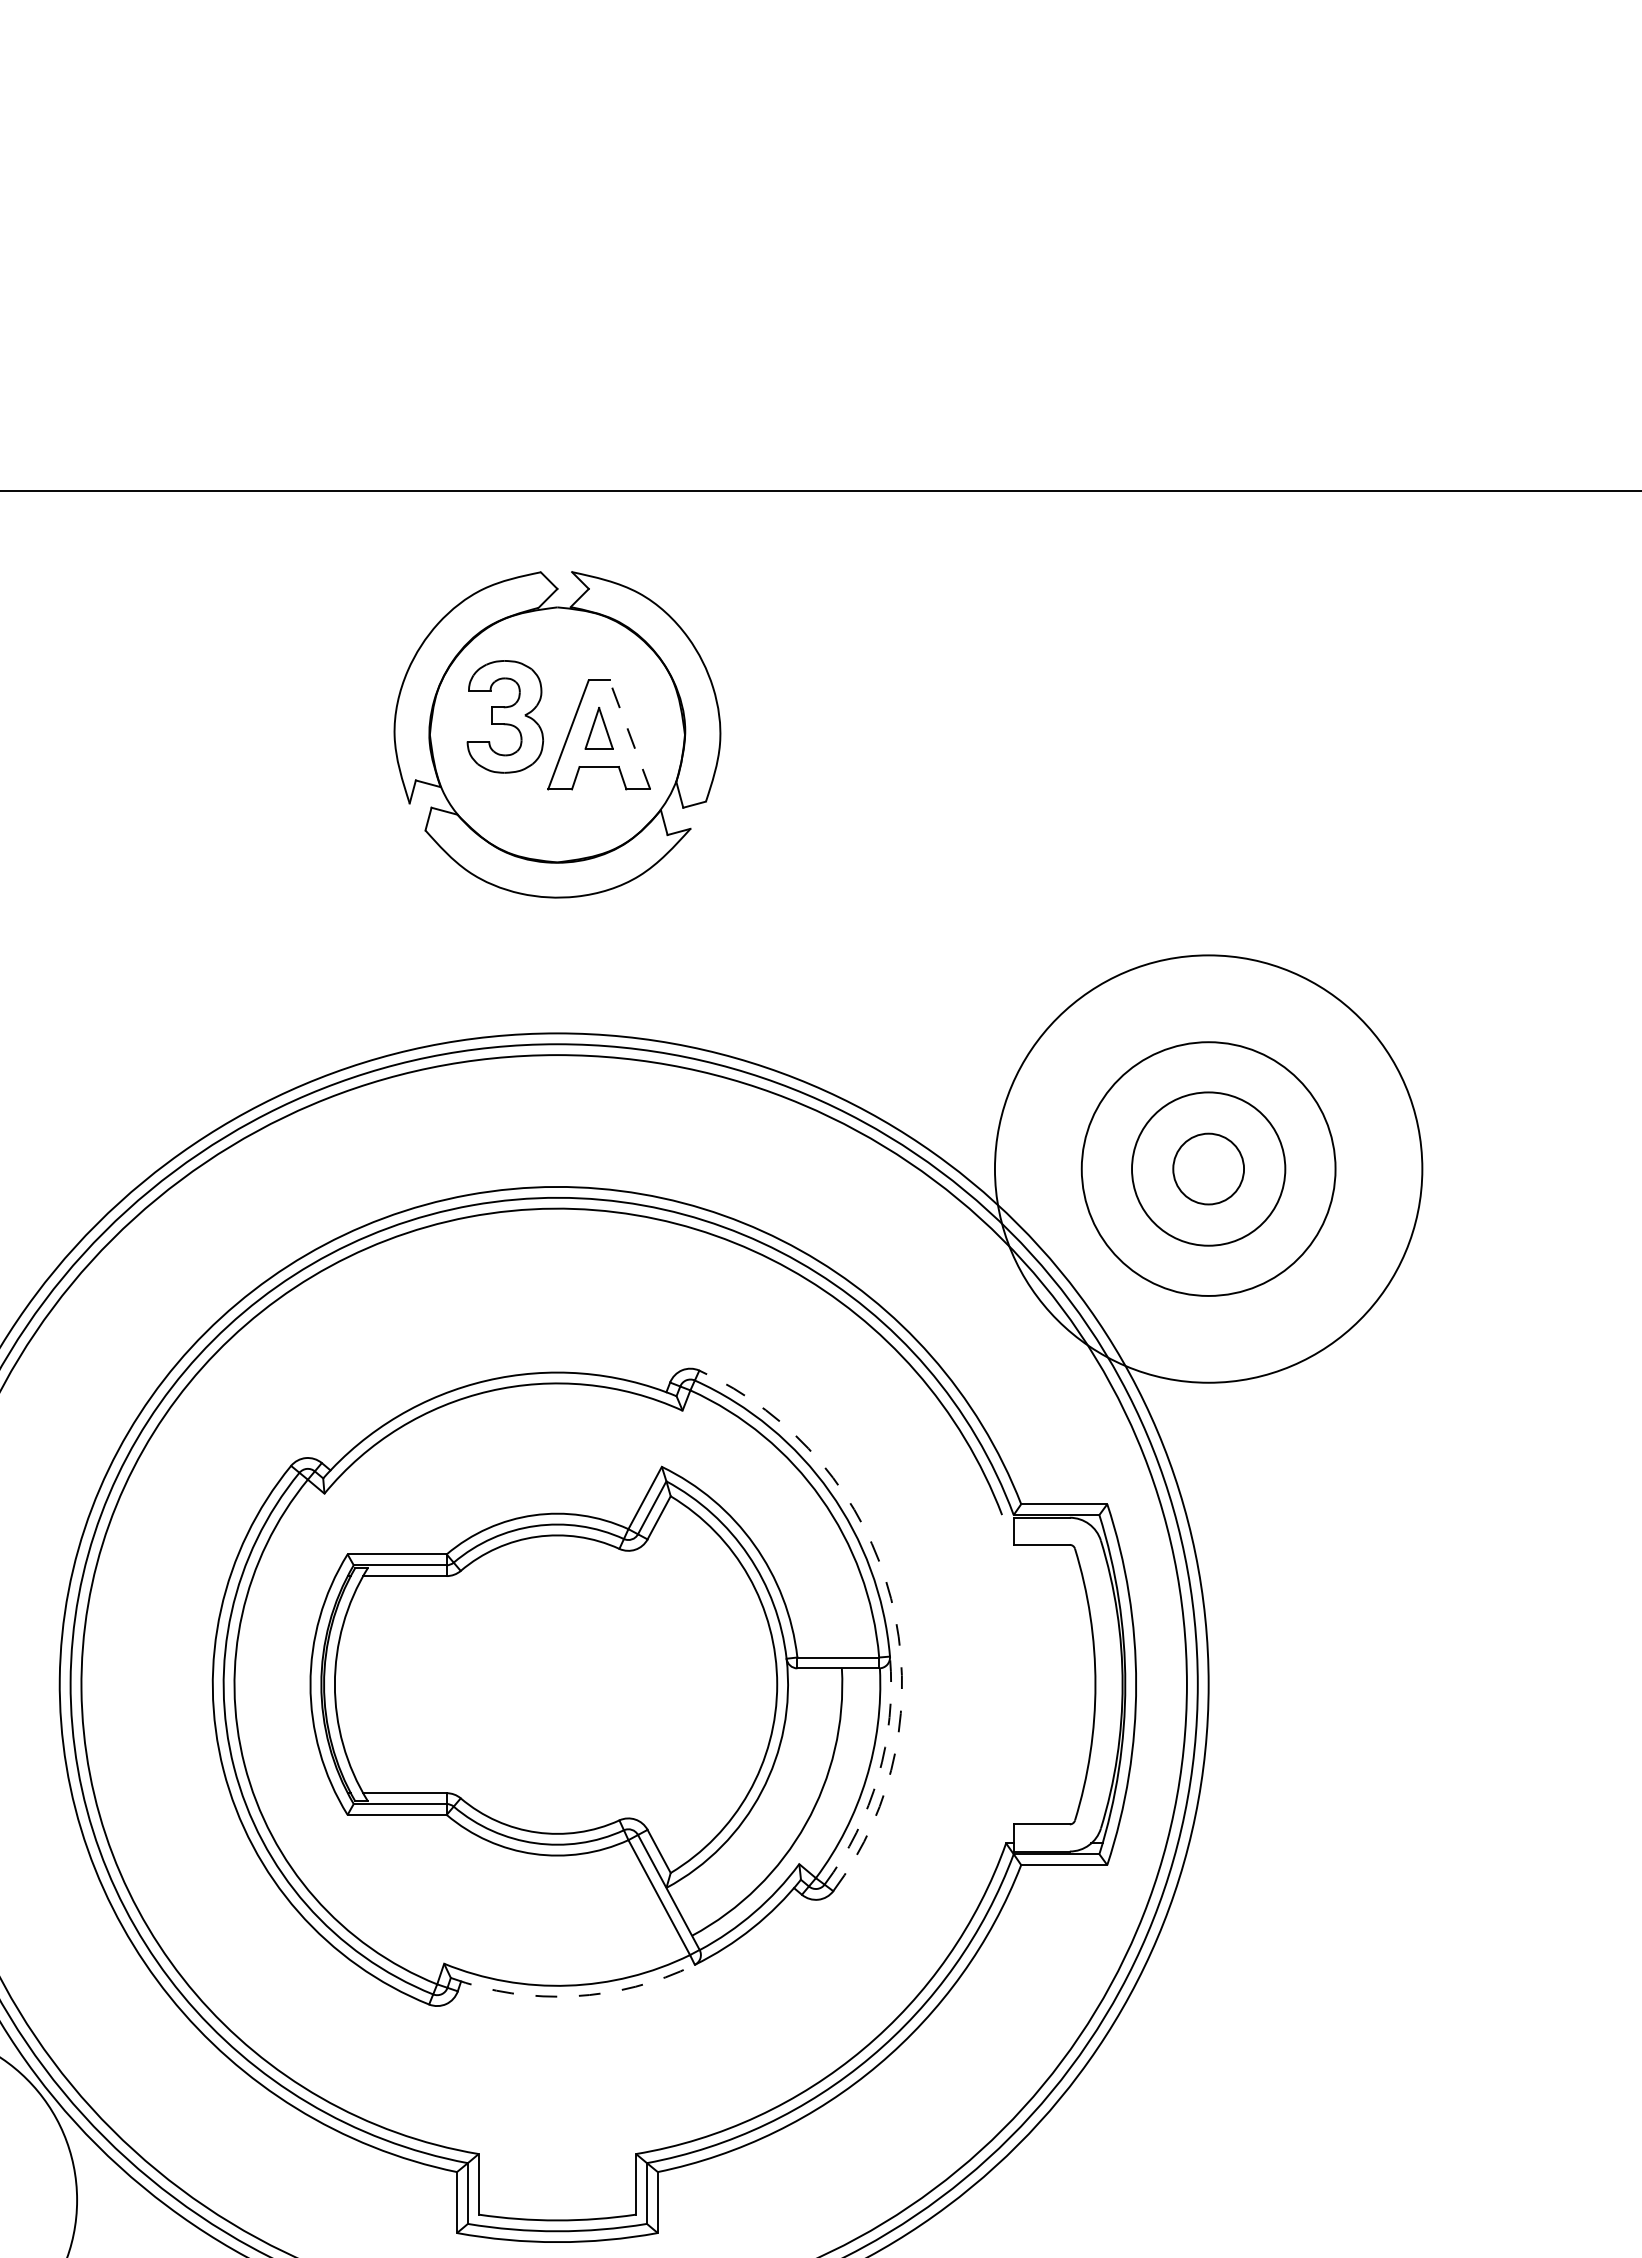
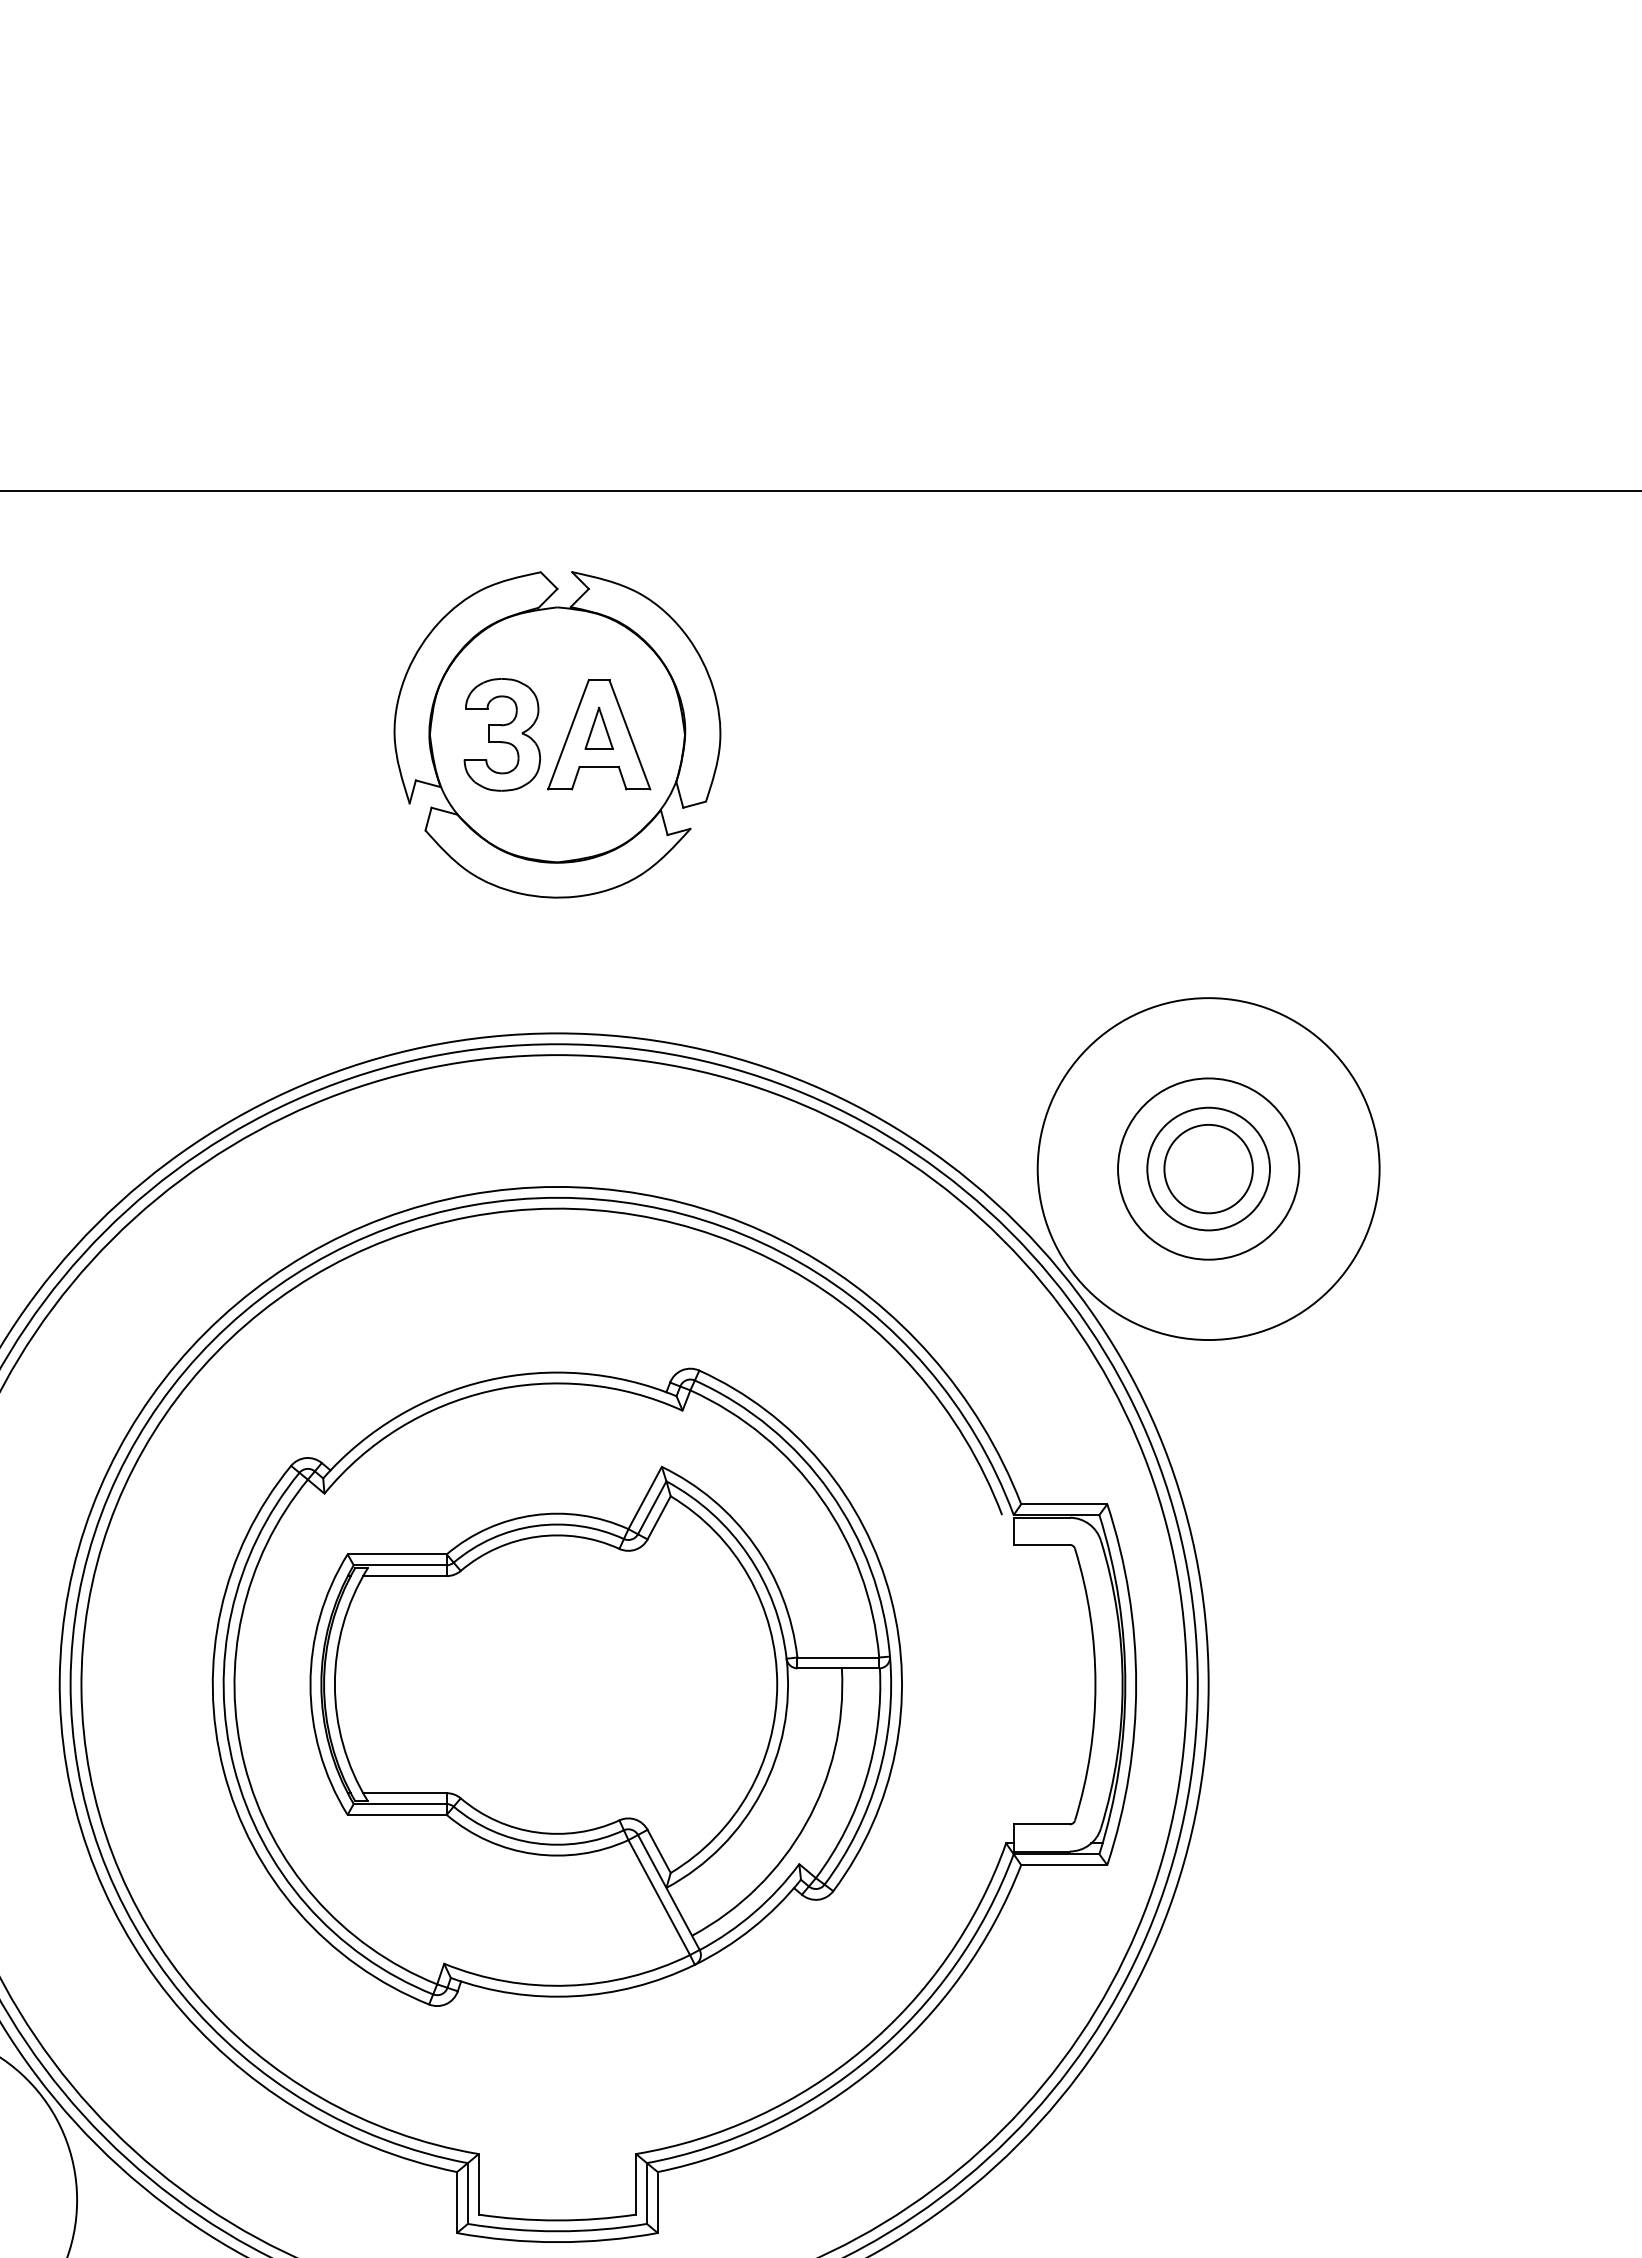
part at (505, 716) position: (505, 716) -> (502, 734)
line at (629, 734): dashed -> solid
circle at (1208, 1168) diameter: 153 px -> 123 px
circle at (1208, 1168) diameter: 254 px -> 181 px
circle at (1208, 1168) diameter: 427 px -> 342 px
circle at (1208, 1168) diameter: 71 px -> 88 px
arc at (891, 1598): dashed -> solid
arc at (878, 1776): dashed -> solid
arc at (574, 1996): dashed -> solid
